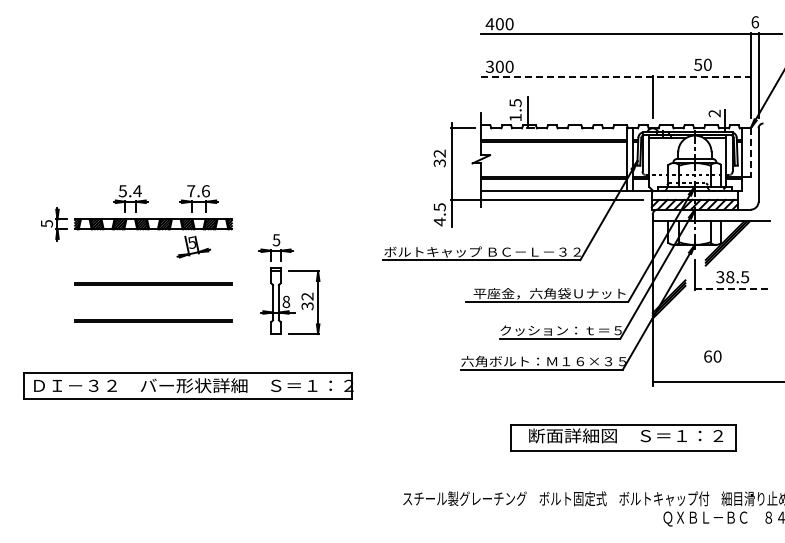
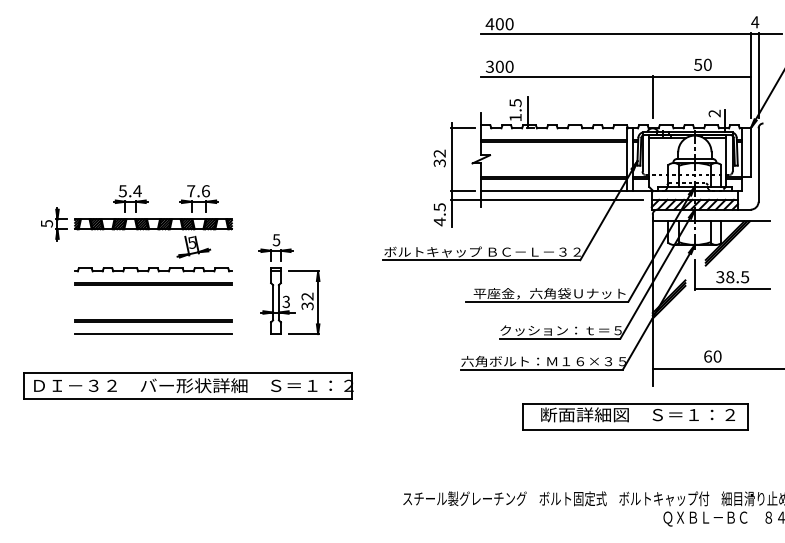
text at (755, 22): 6 -> 4
line at (616, 77): dashed -> solid
line at (750, 153): dashed -> solid
line at (462, 191): none -> present
part at (153, 269): none -> present
line at (732, 289): dashed -> solid
text at (286, 301): 8 -> 3
line at (153, 334): none -> present
line at (716, 381) position: (716, 381) -> (716, 368)
part at (623, 437) position: (623, 437) -> (635, 416)
